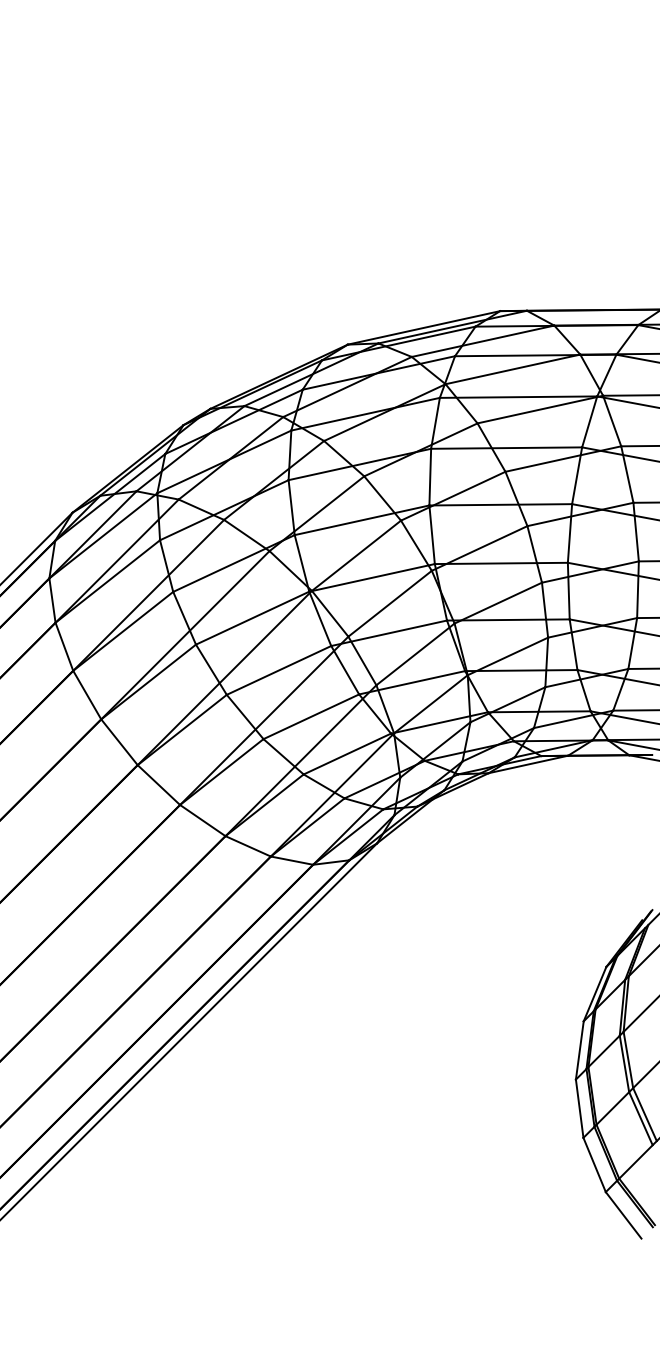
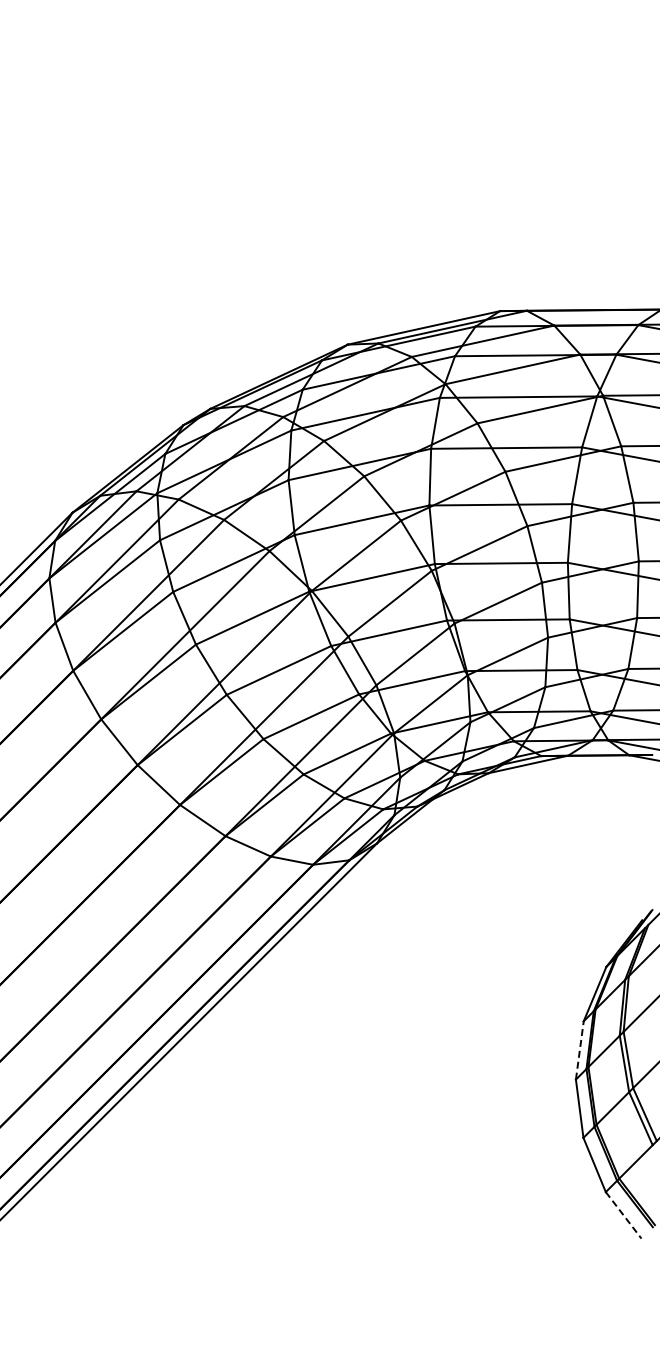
line at (579, 1049): solid -> dashed
line at (623, 1215): solid -> dashed
